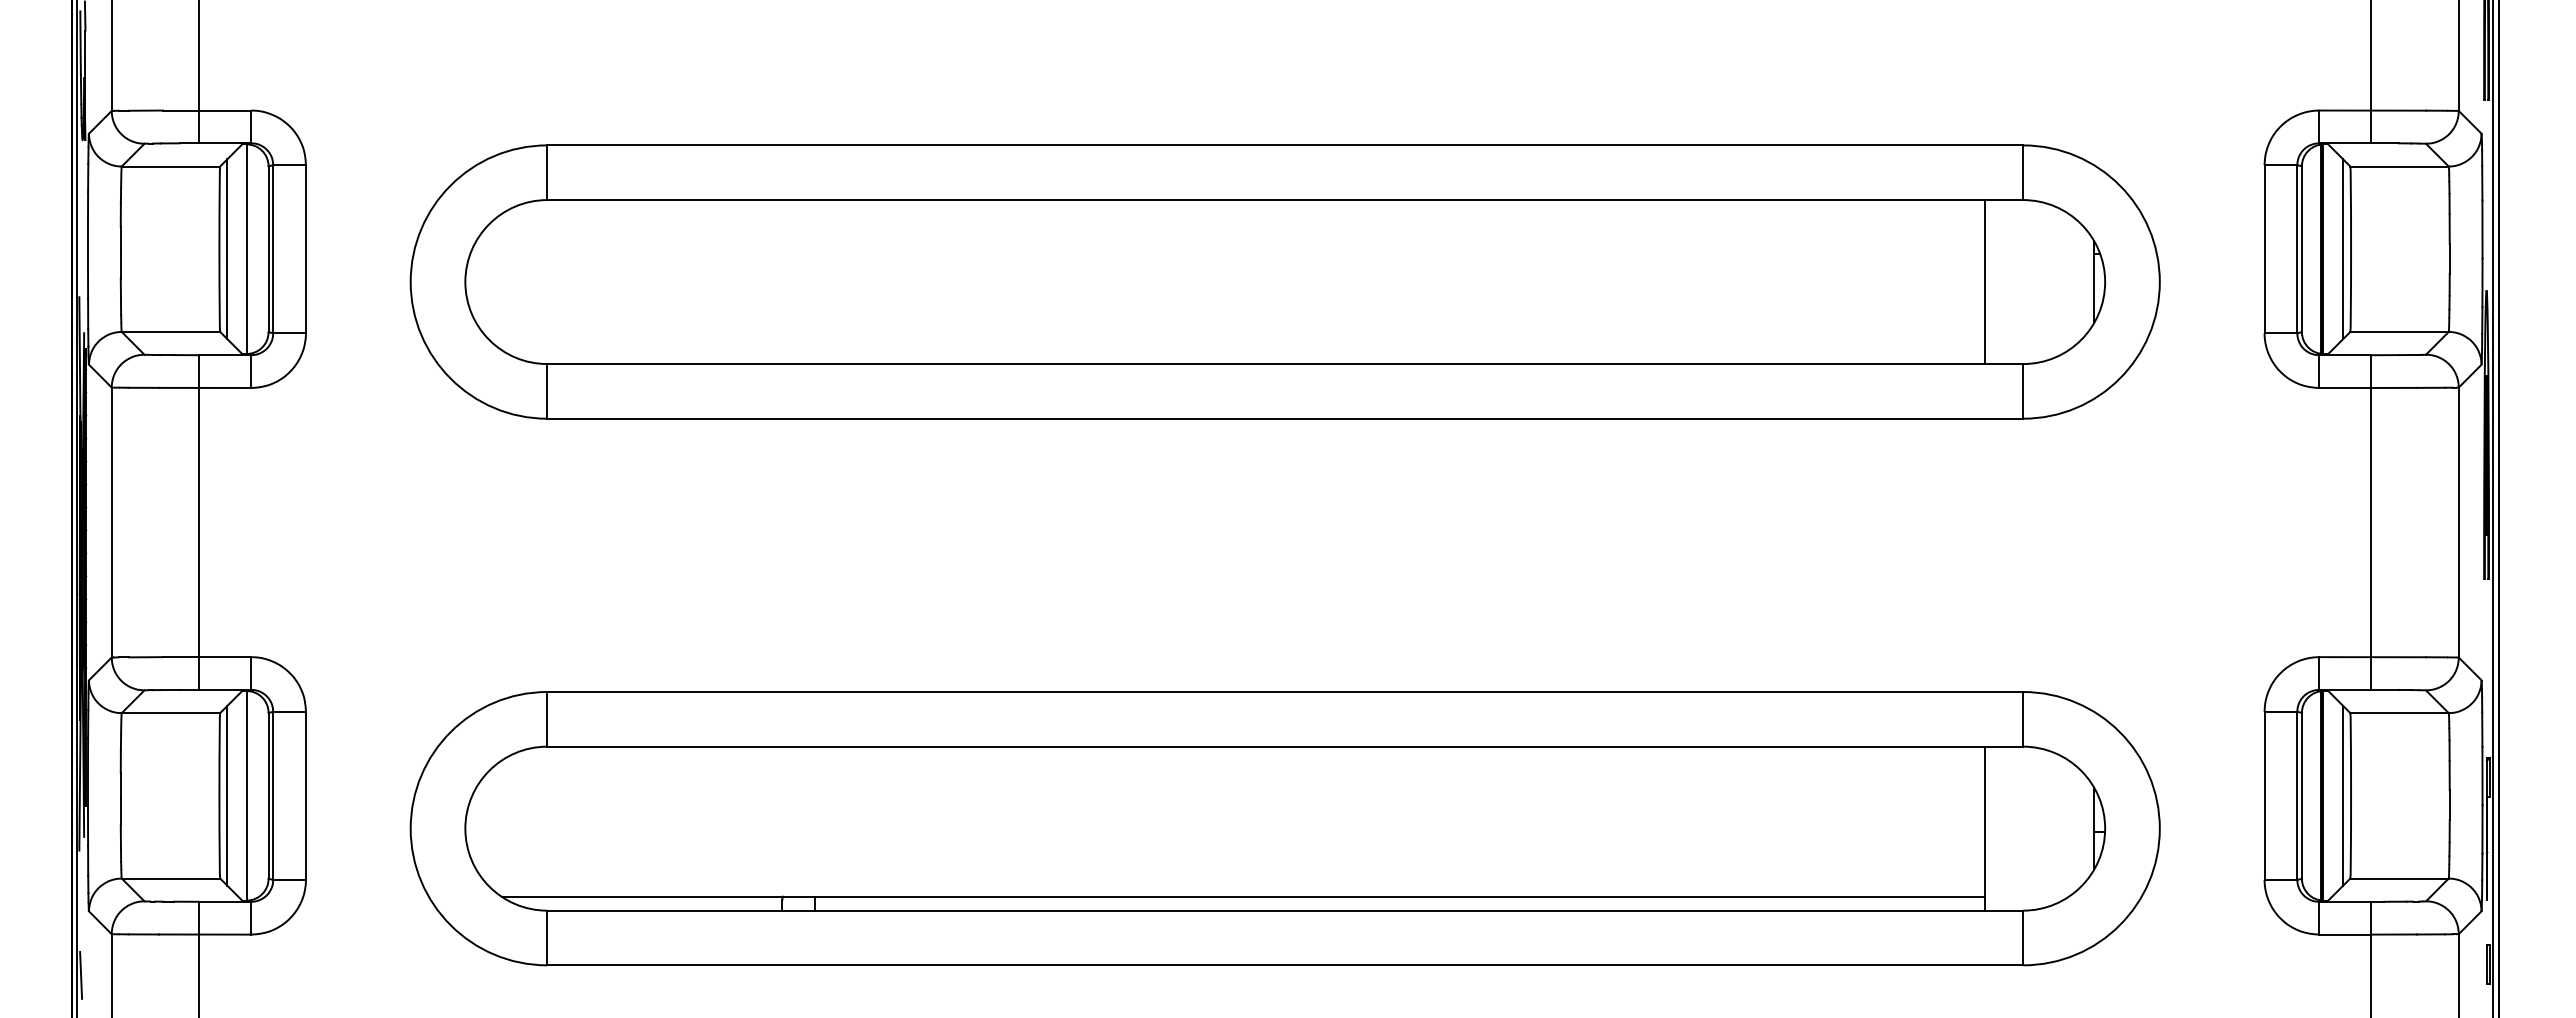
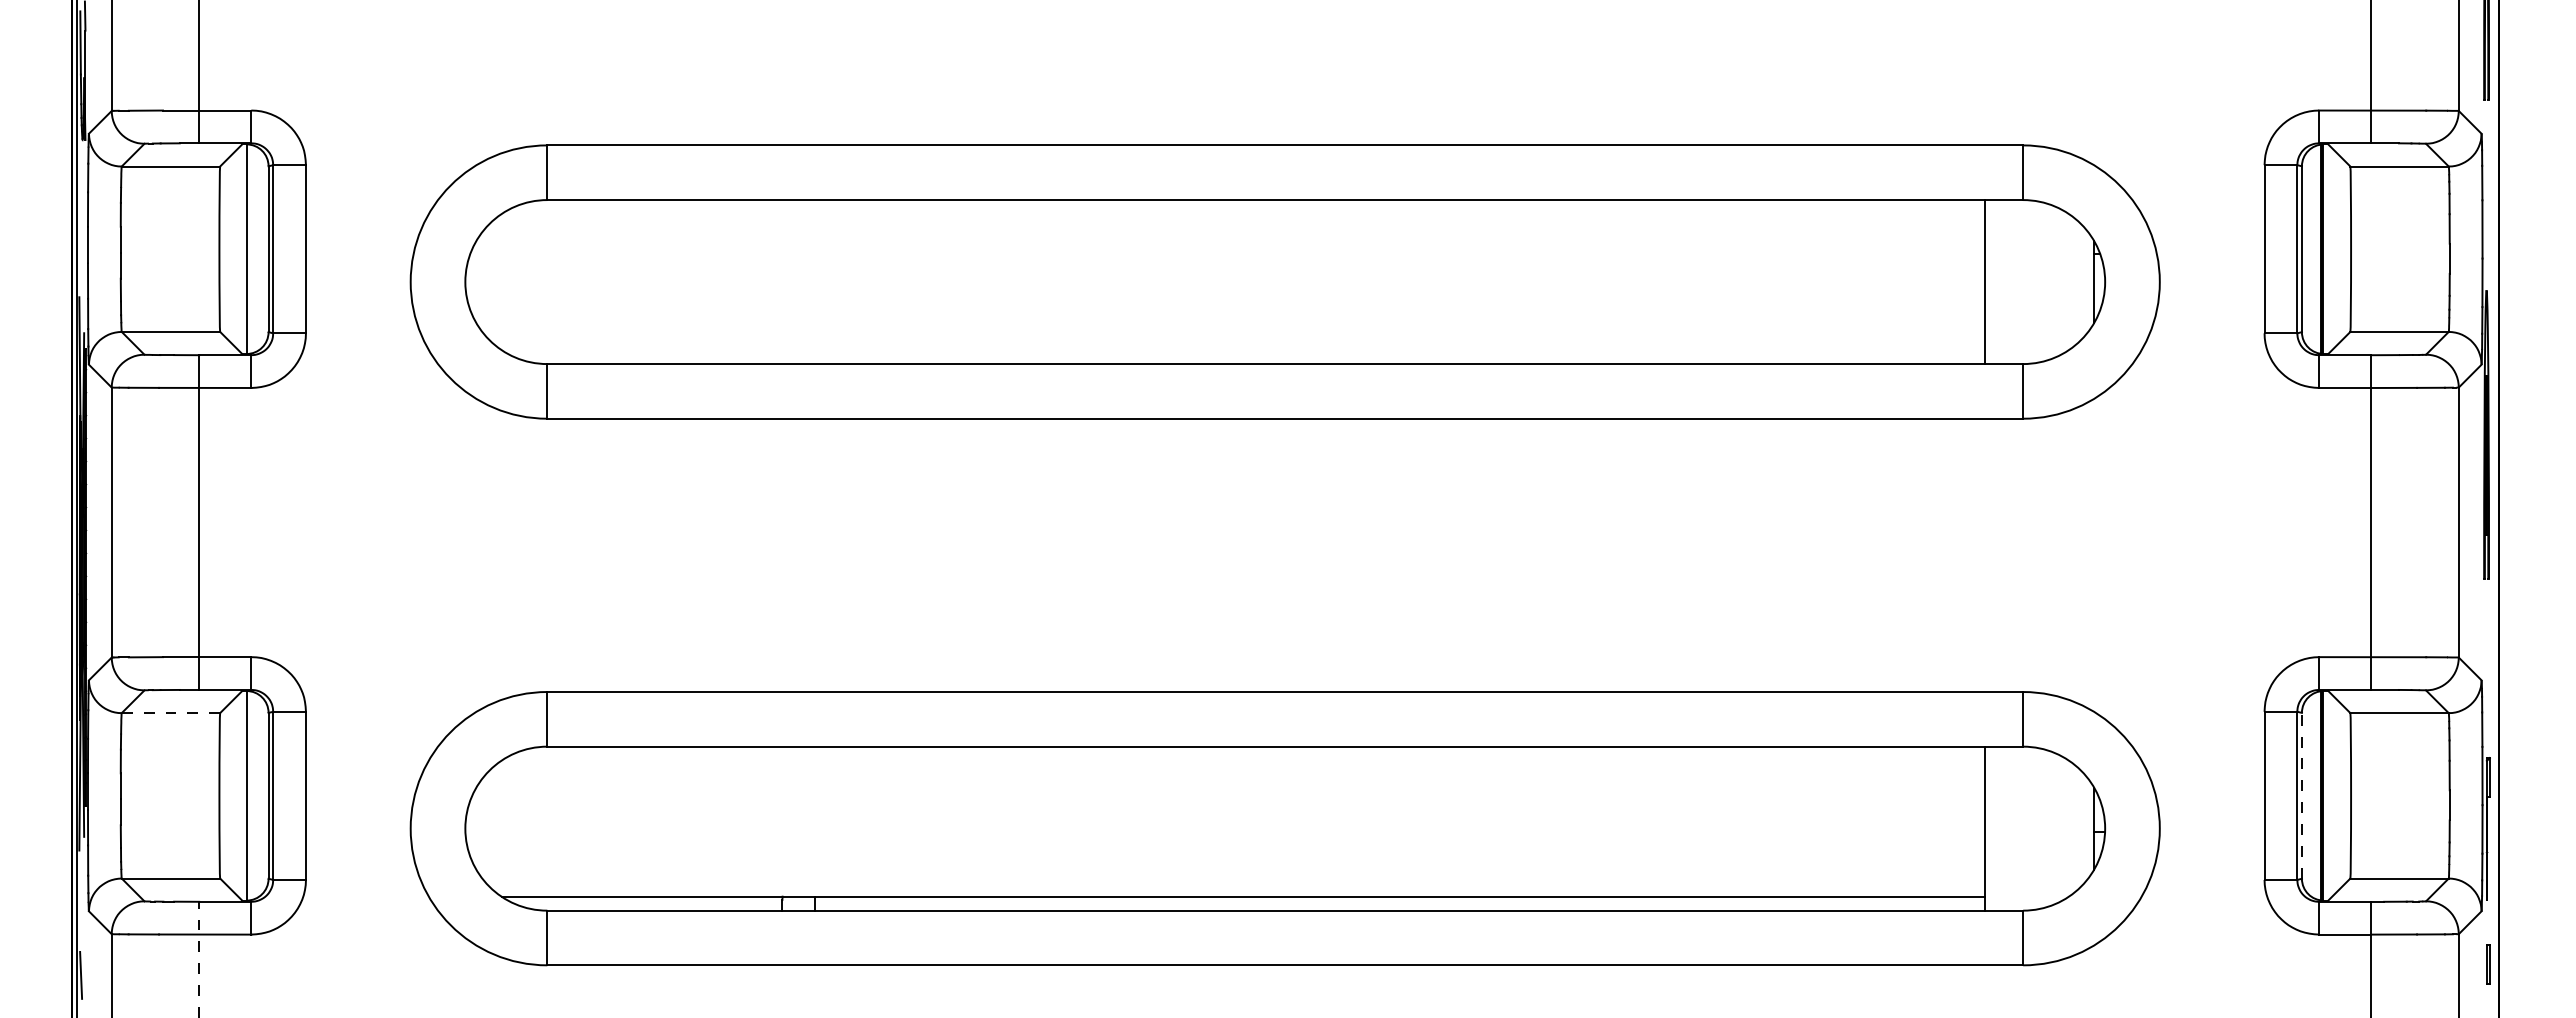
line at (227, 249): present -> none
line at (2343, 249): present -> none
line at (2493, 508): present -> none
line at (171, 713): solid -> dashed
line at (227, 795): present -> none
line at (2301, 795): solid -> dashed
line at (2343, 795): present -> none
line at (199, 959): solid -> dashed
